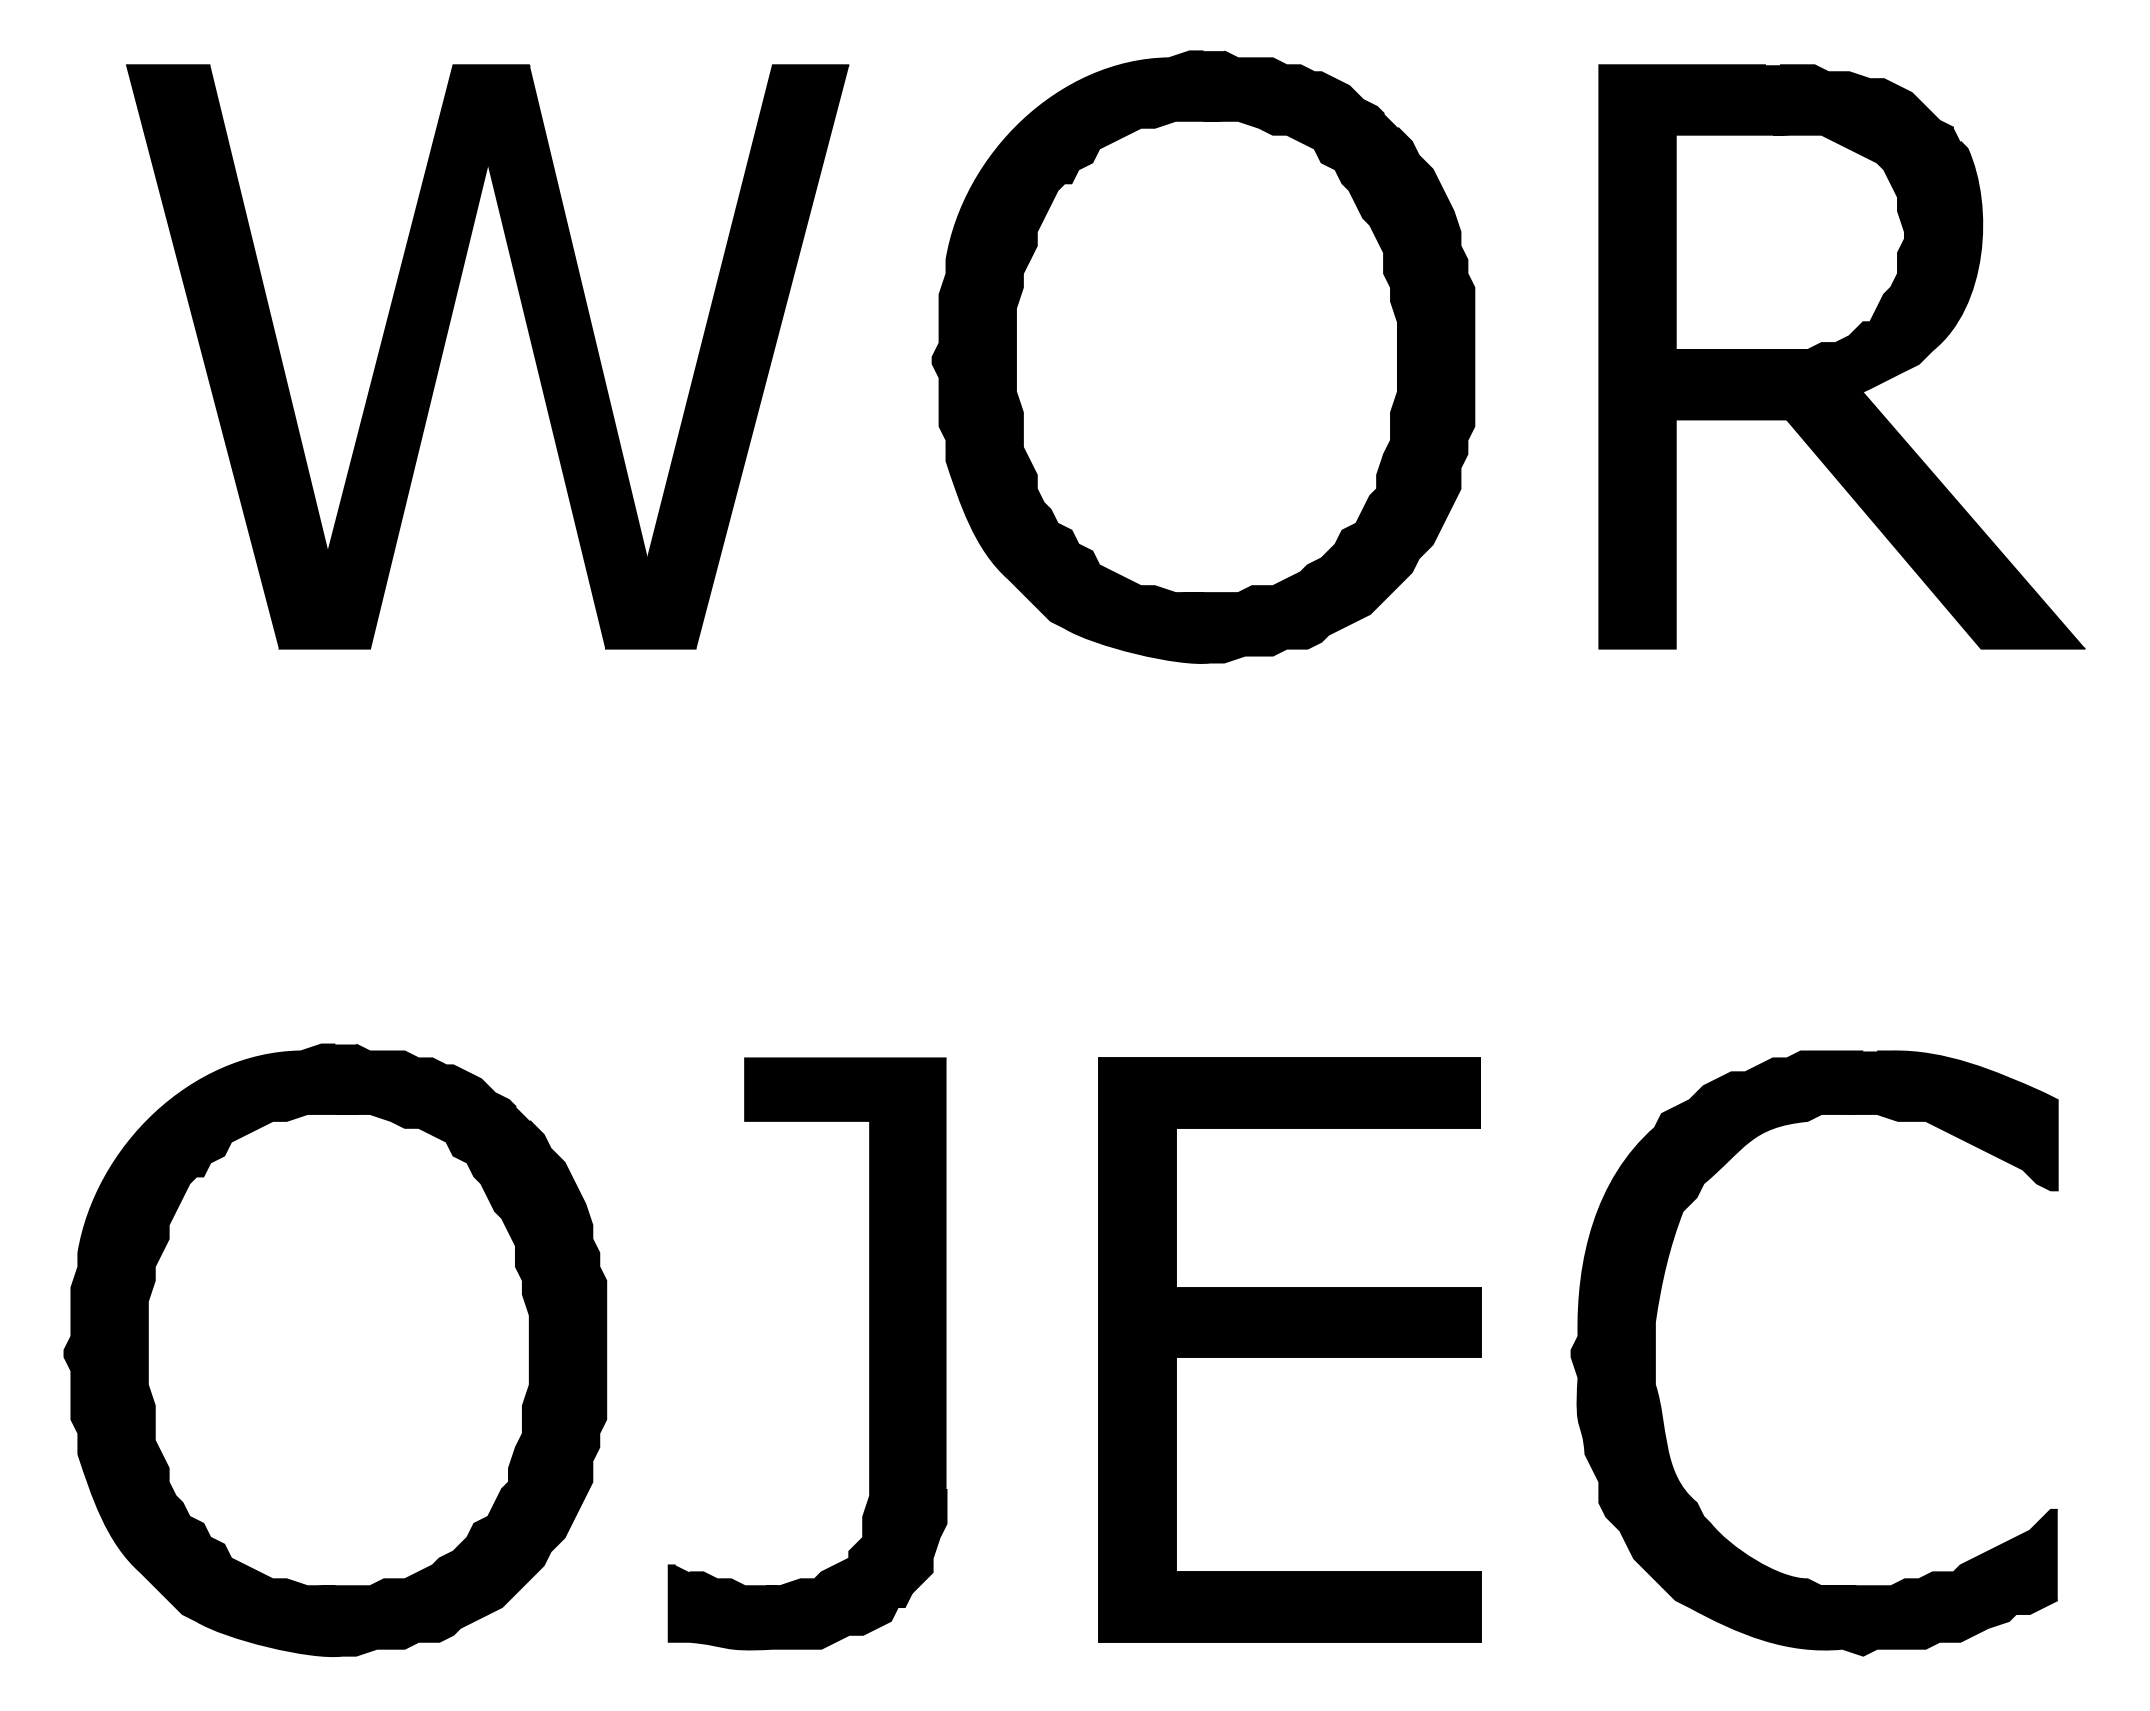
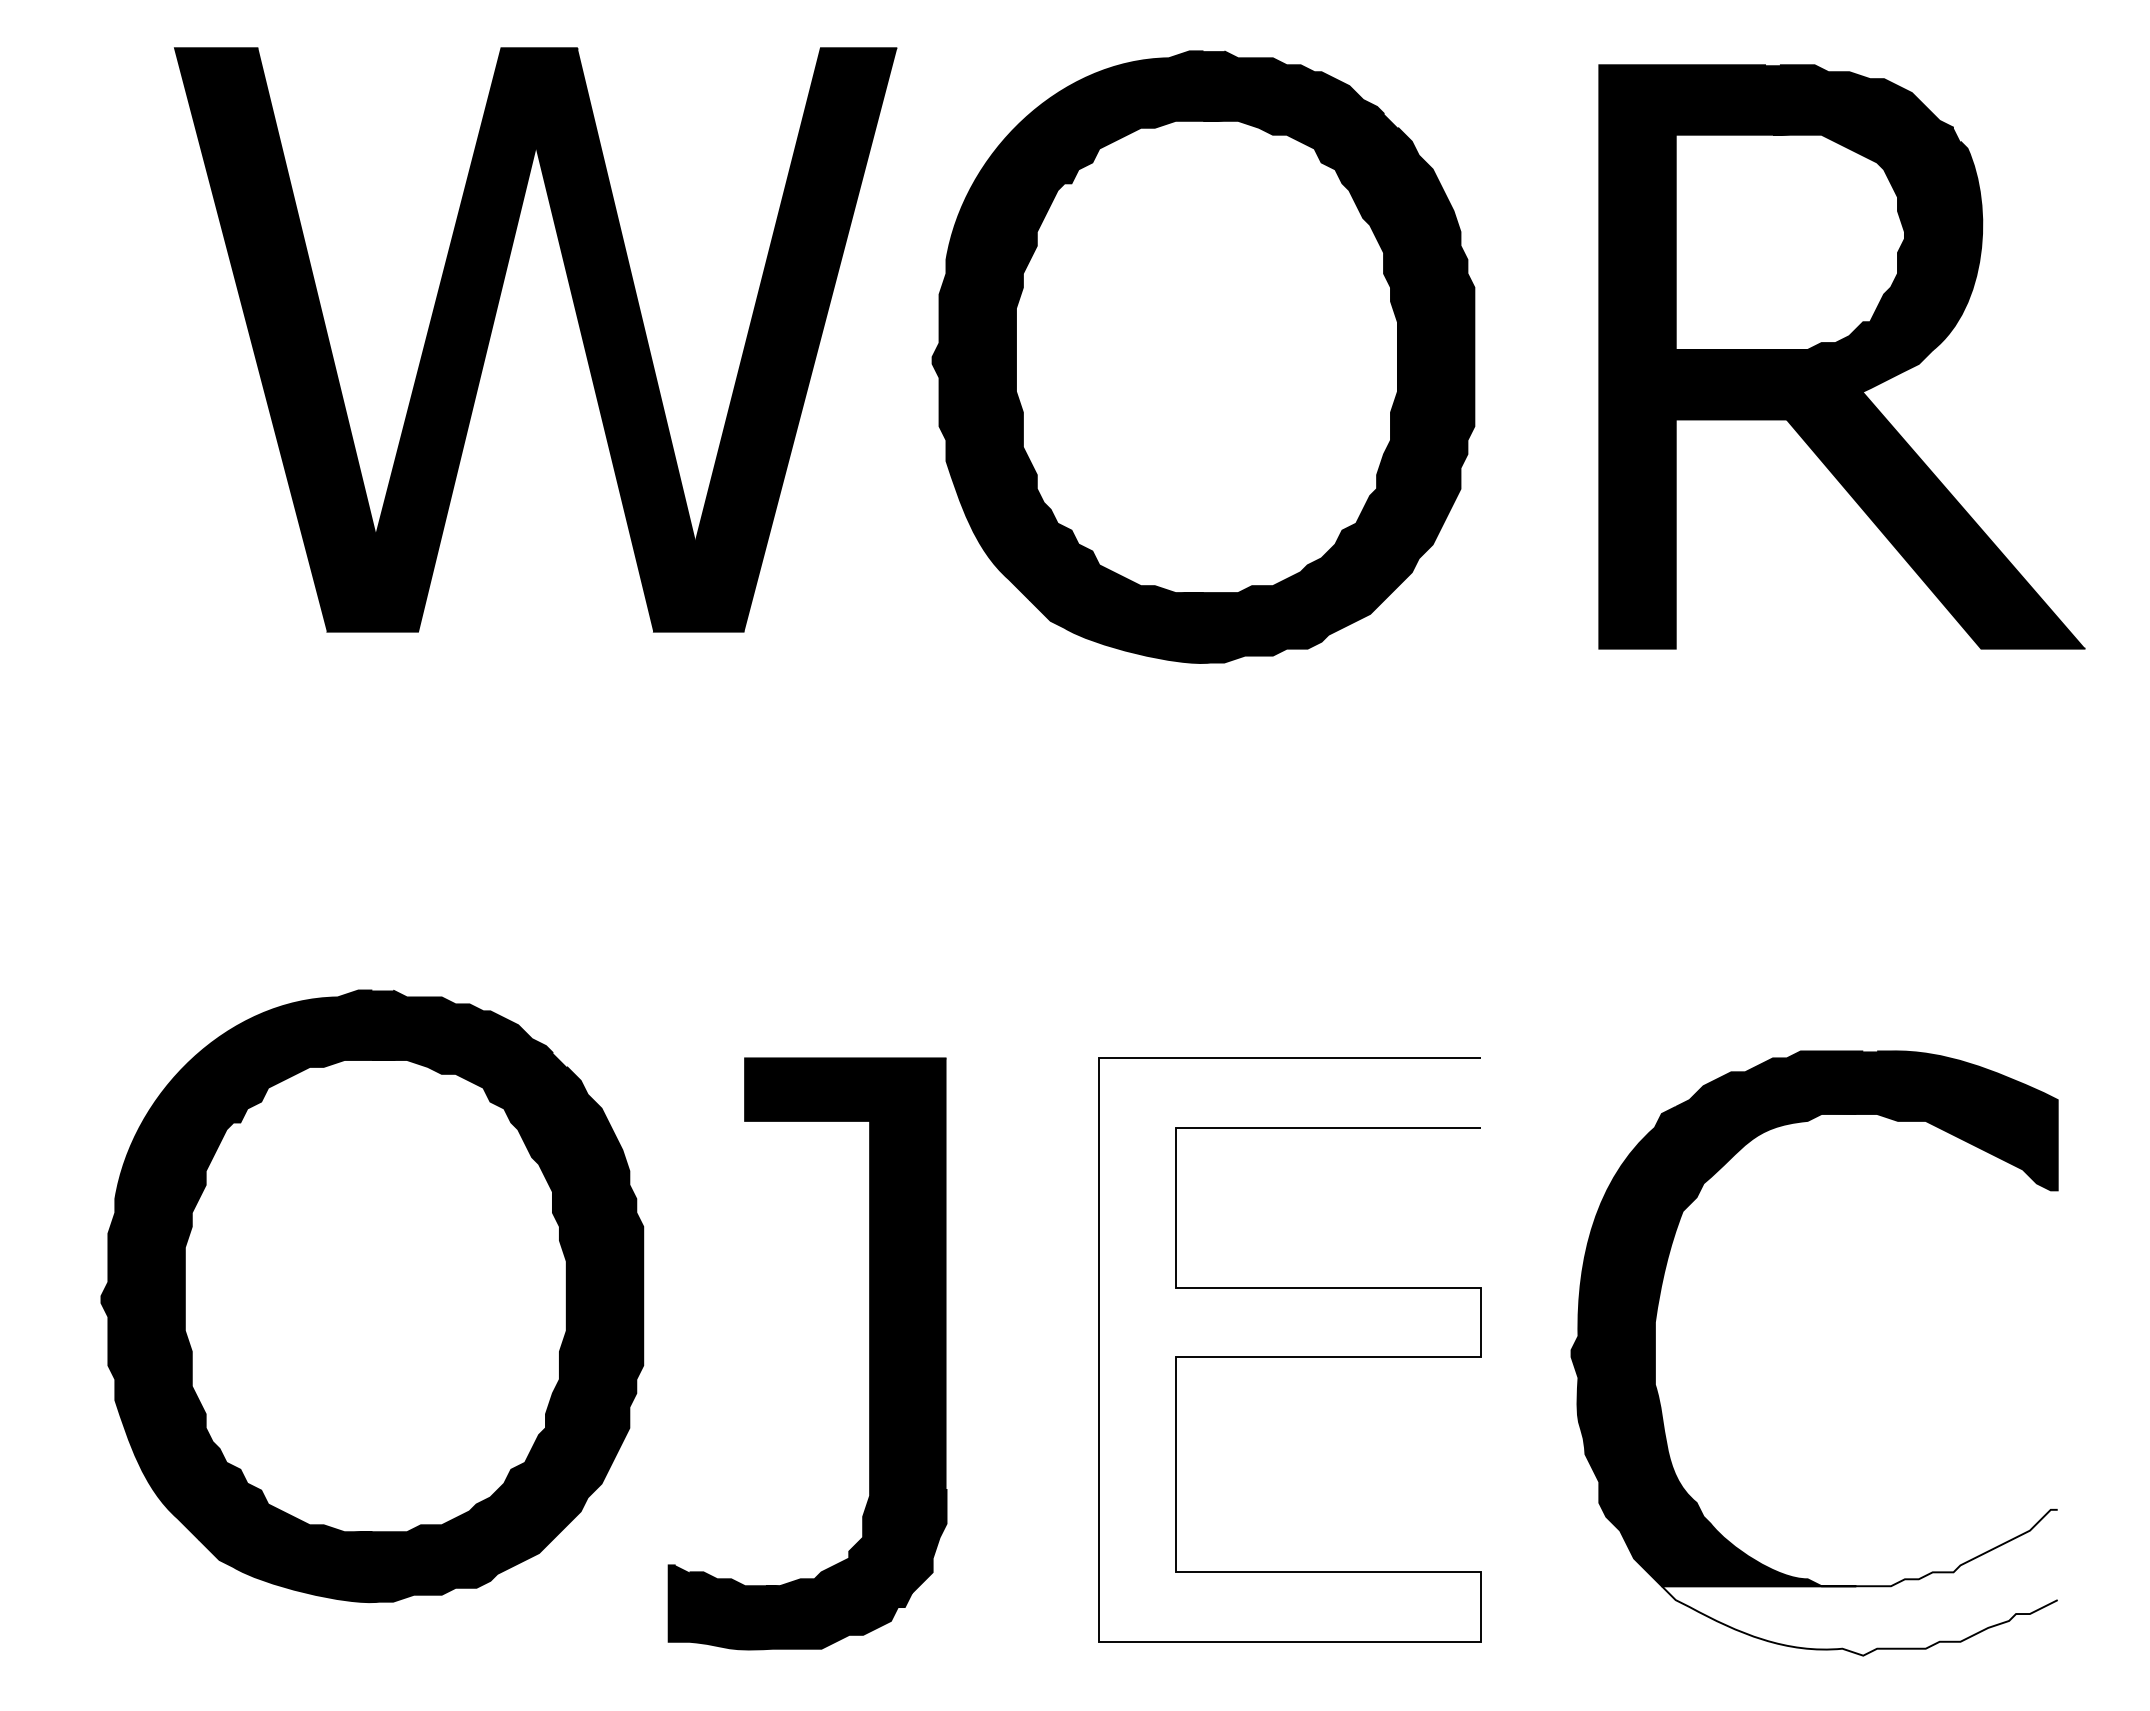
part at (444, 347) position: (444, 347) -> (492, 330)
fill at (1290, 1349): present -> none
part at (335, 1350) position: (335, 1350) -> (372, 1296)
fill at (1859, 1582): present -> none
